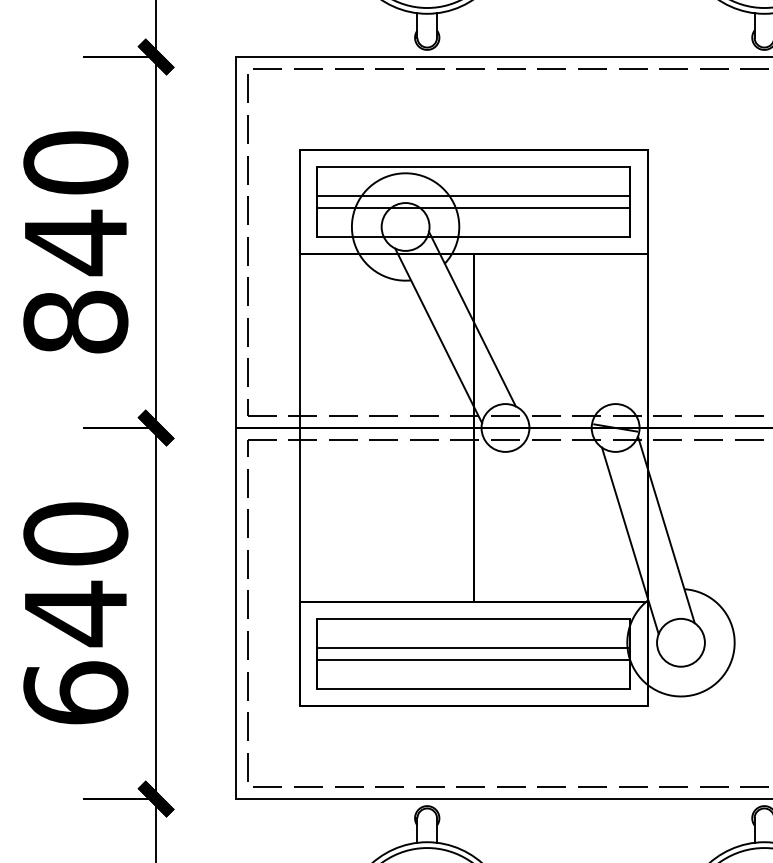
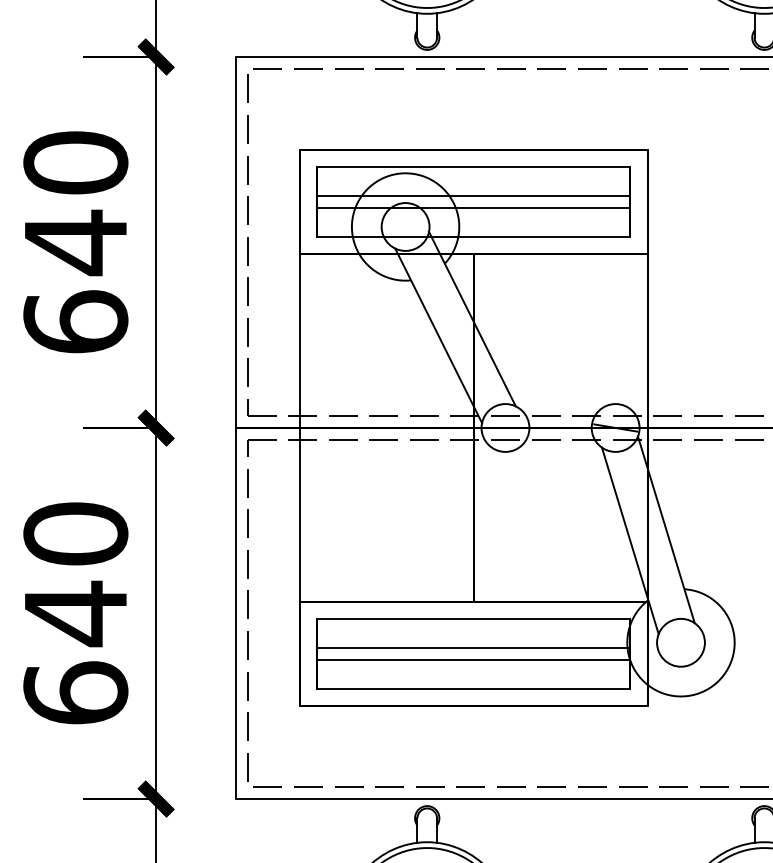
text at (75, 321): 840 -> 640
